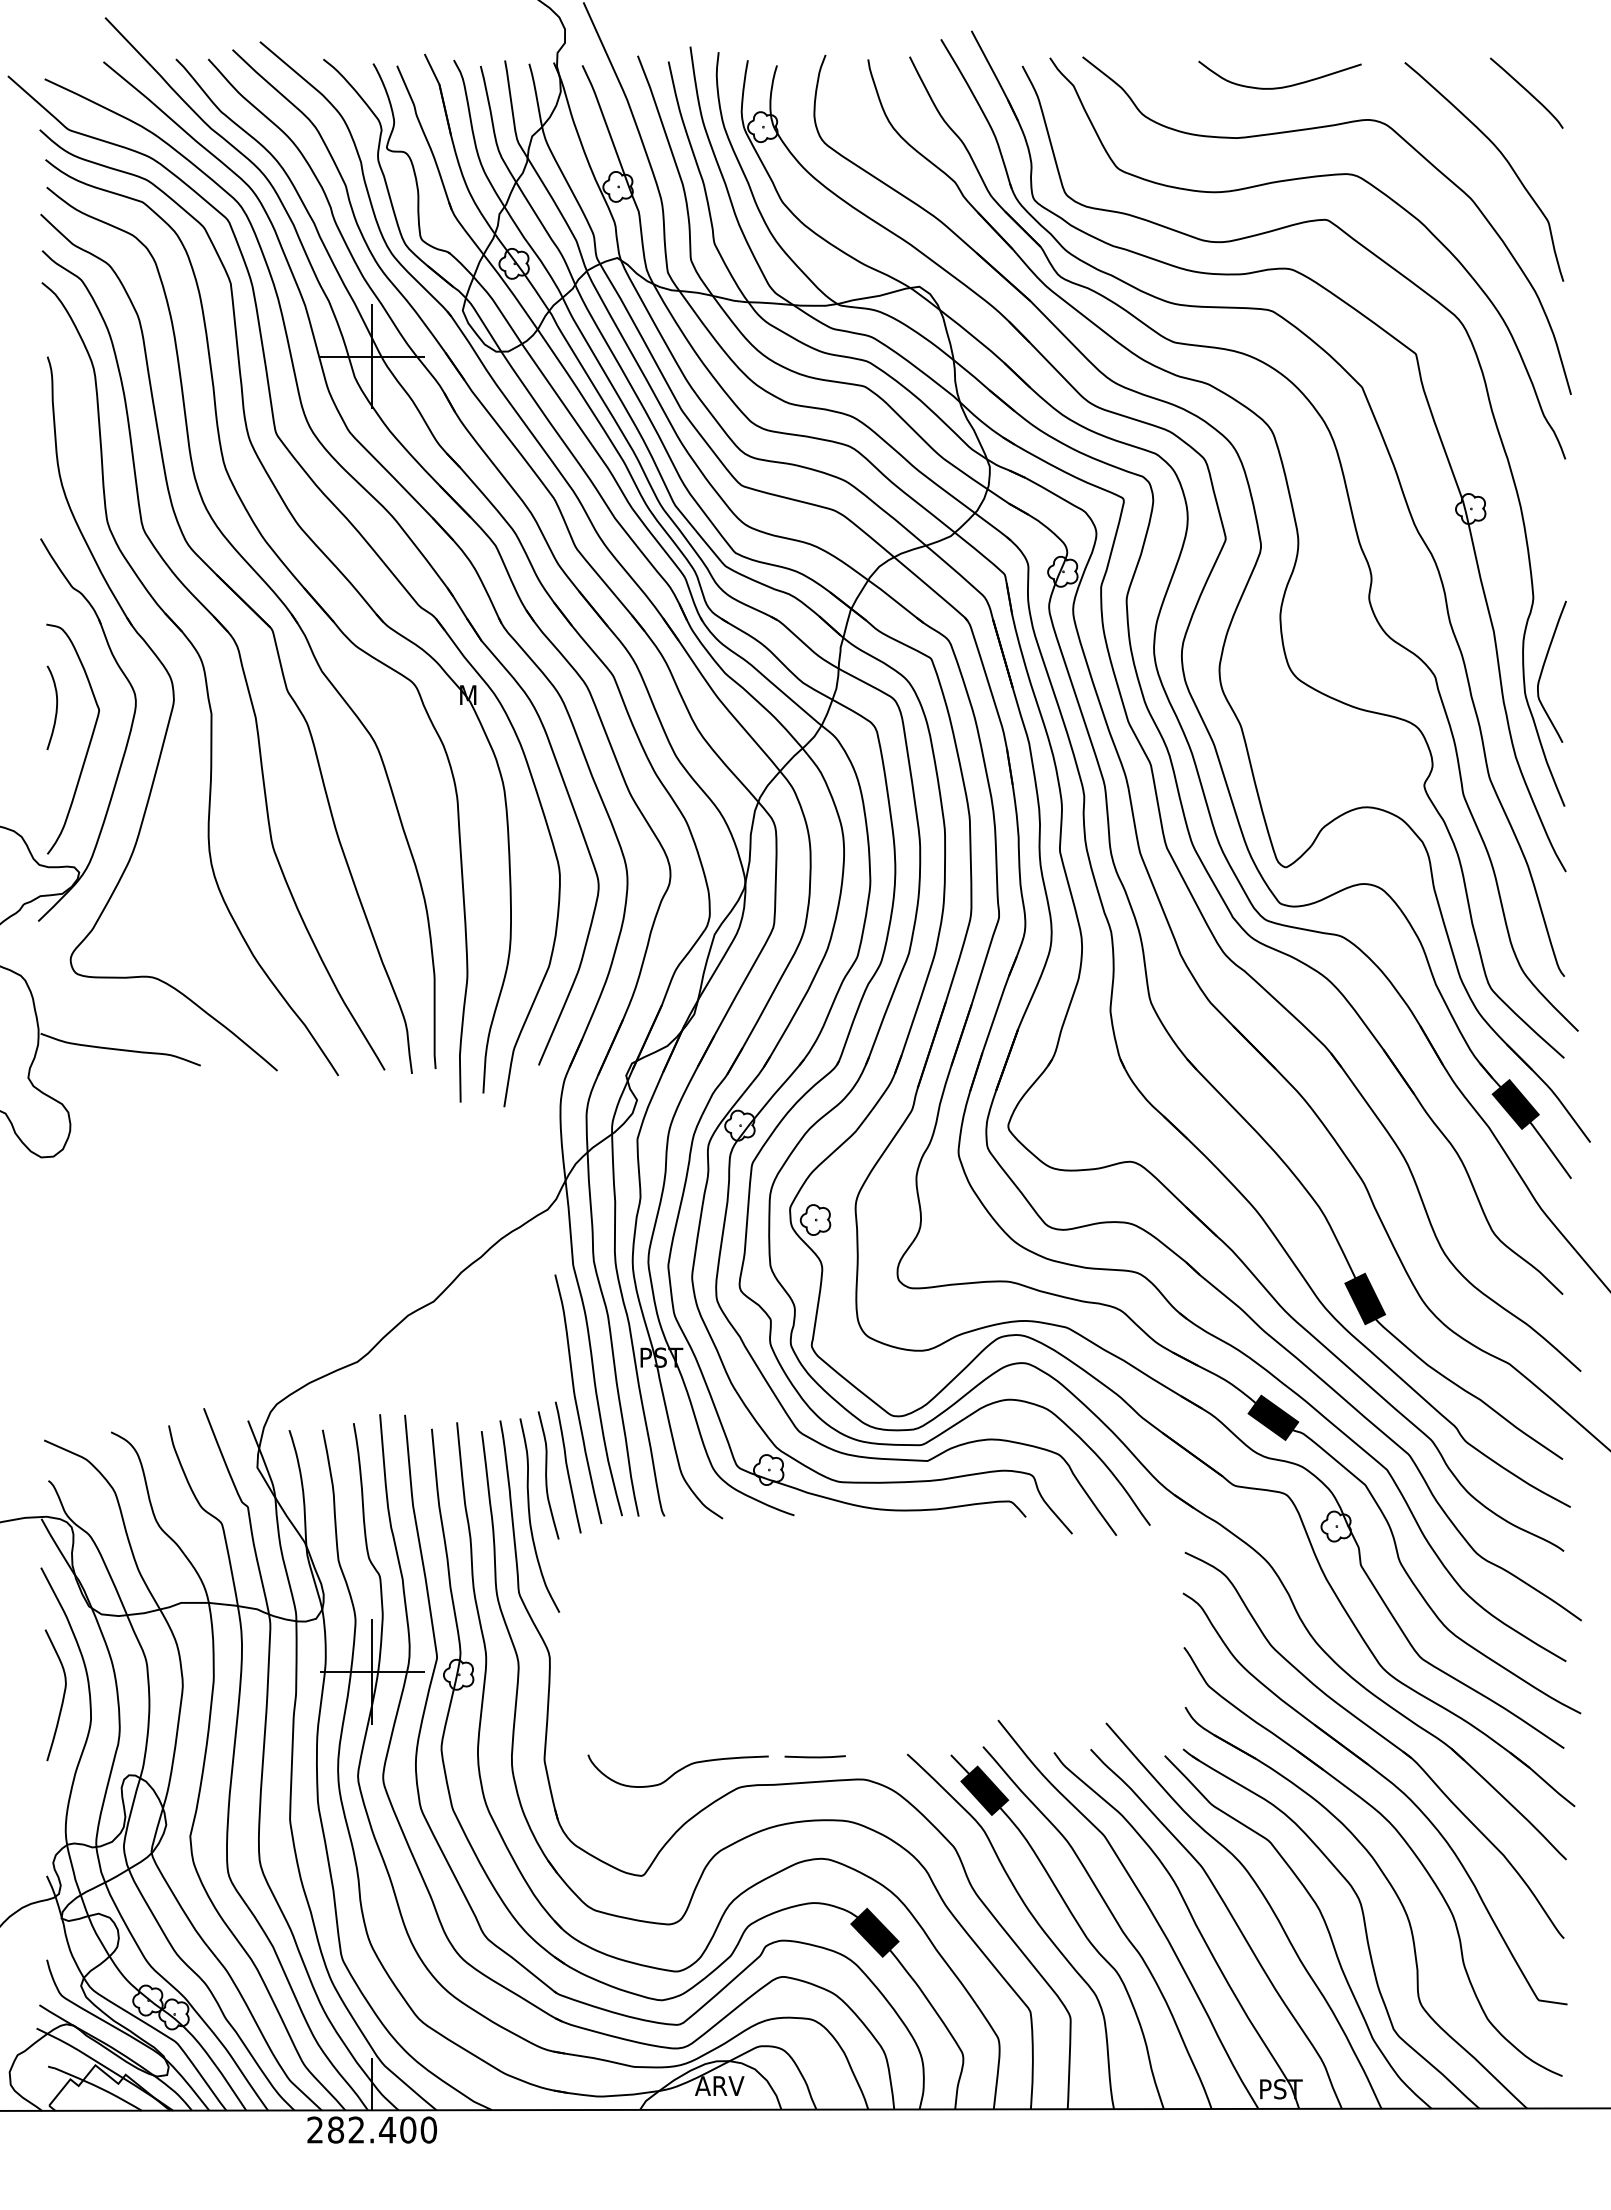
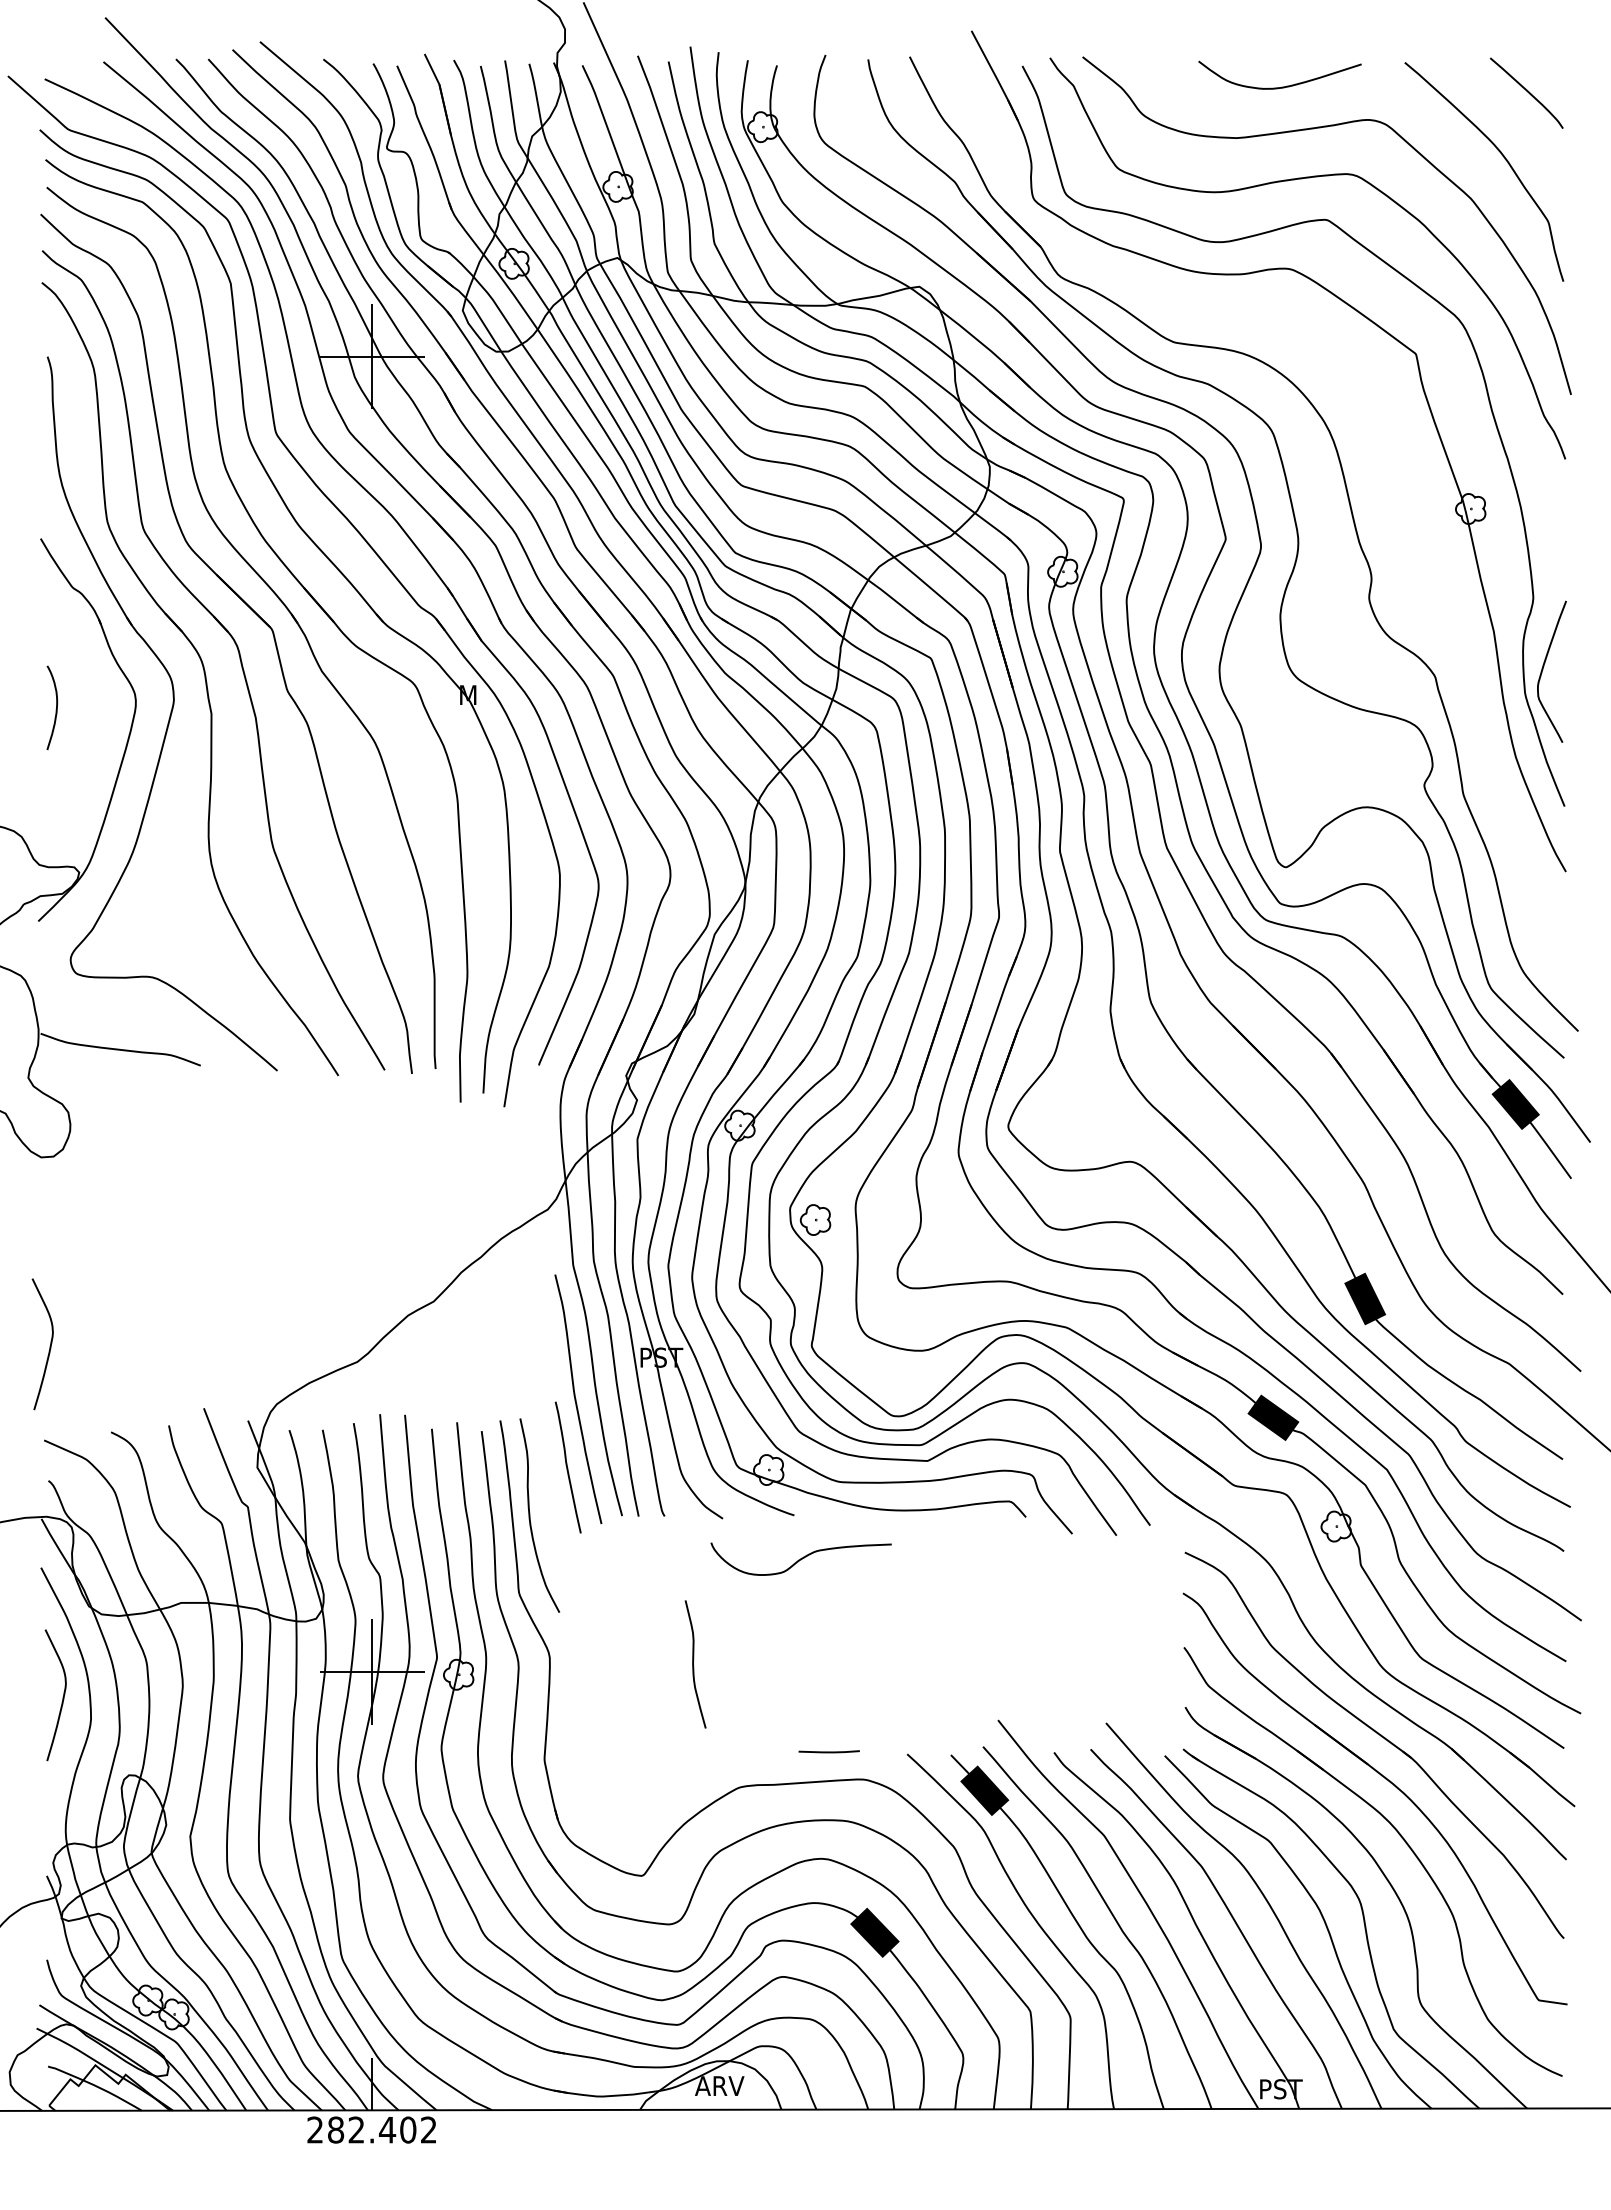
part at (1388, 455): present -> none
curve at (88, 744): present -> none
curve at (49, 1346): none -> present
curve at (546, 1475) position: (546, 1475) -> (693, 1664)
line at (814, 1756) position: (814, 1756) -> (828, 1751)
curve at (677, 1770) position: (677, 1770) -> (800, 1558)
text at (428, 2129): 282.400 -> 282.402
